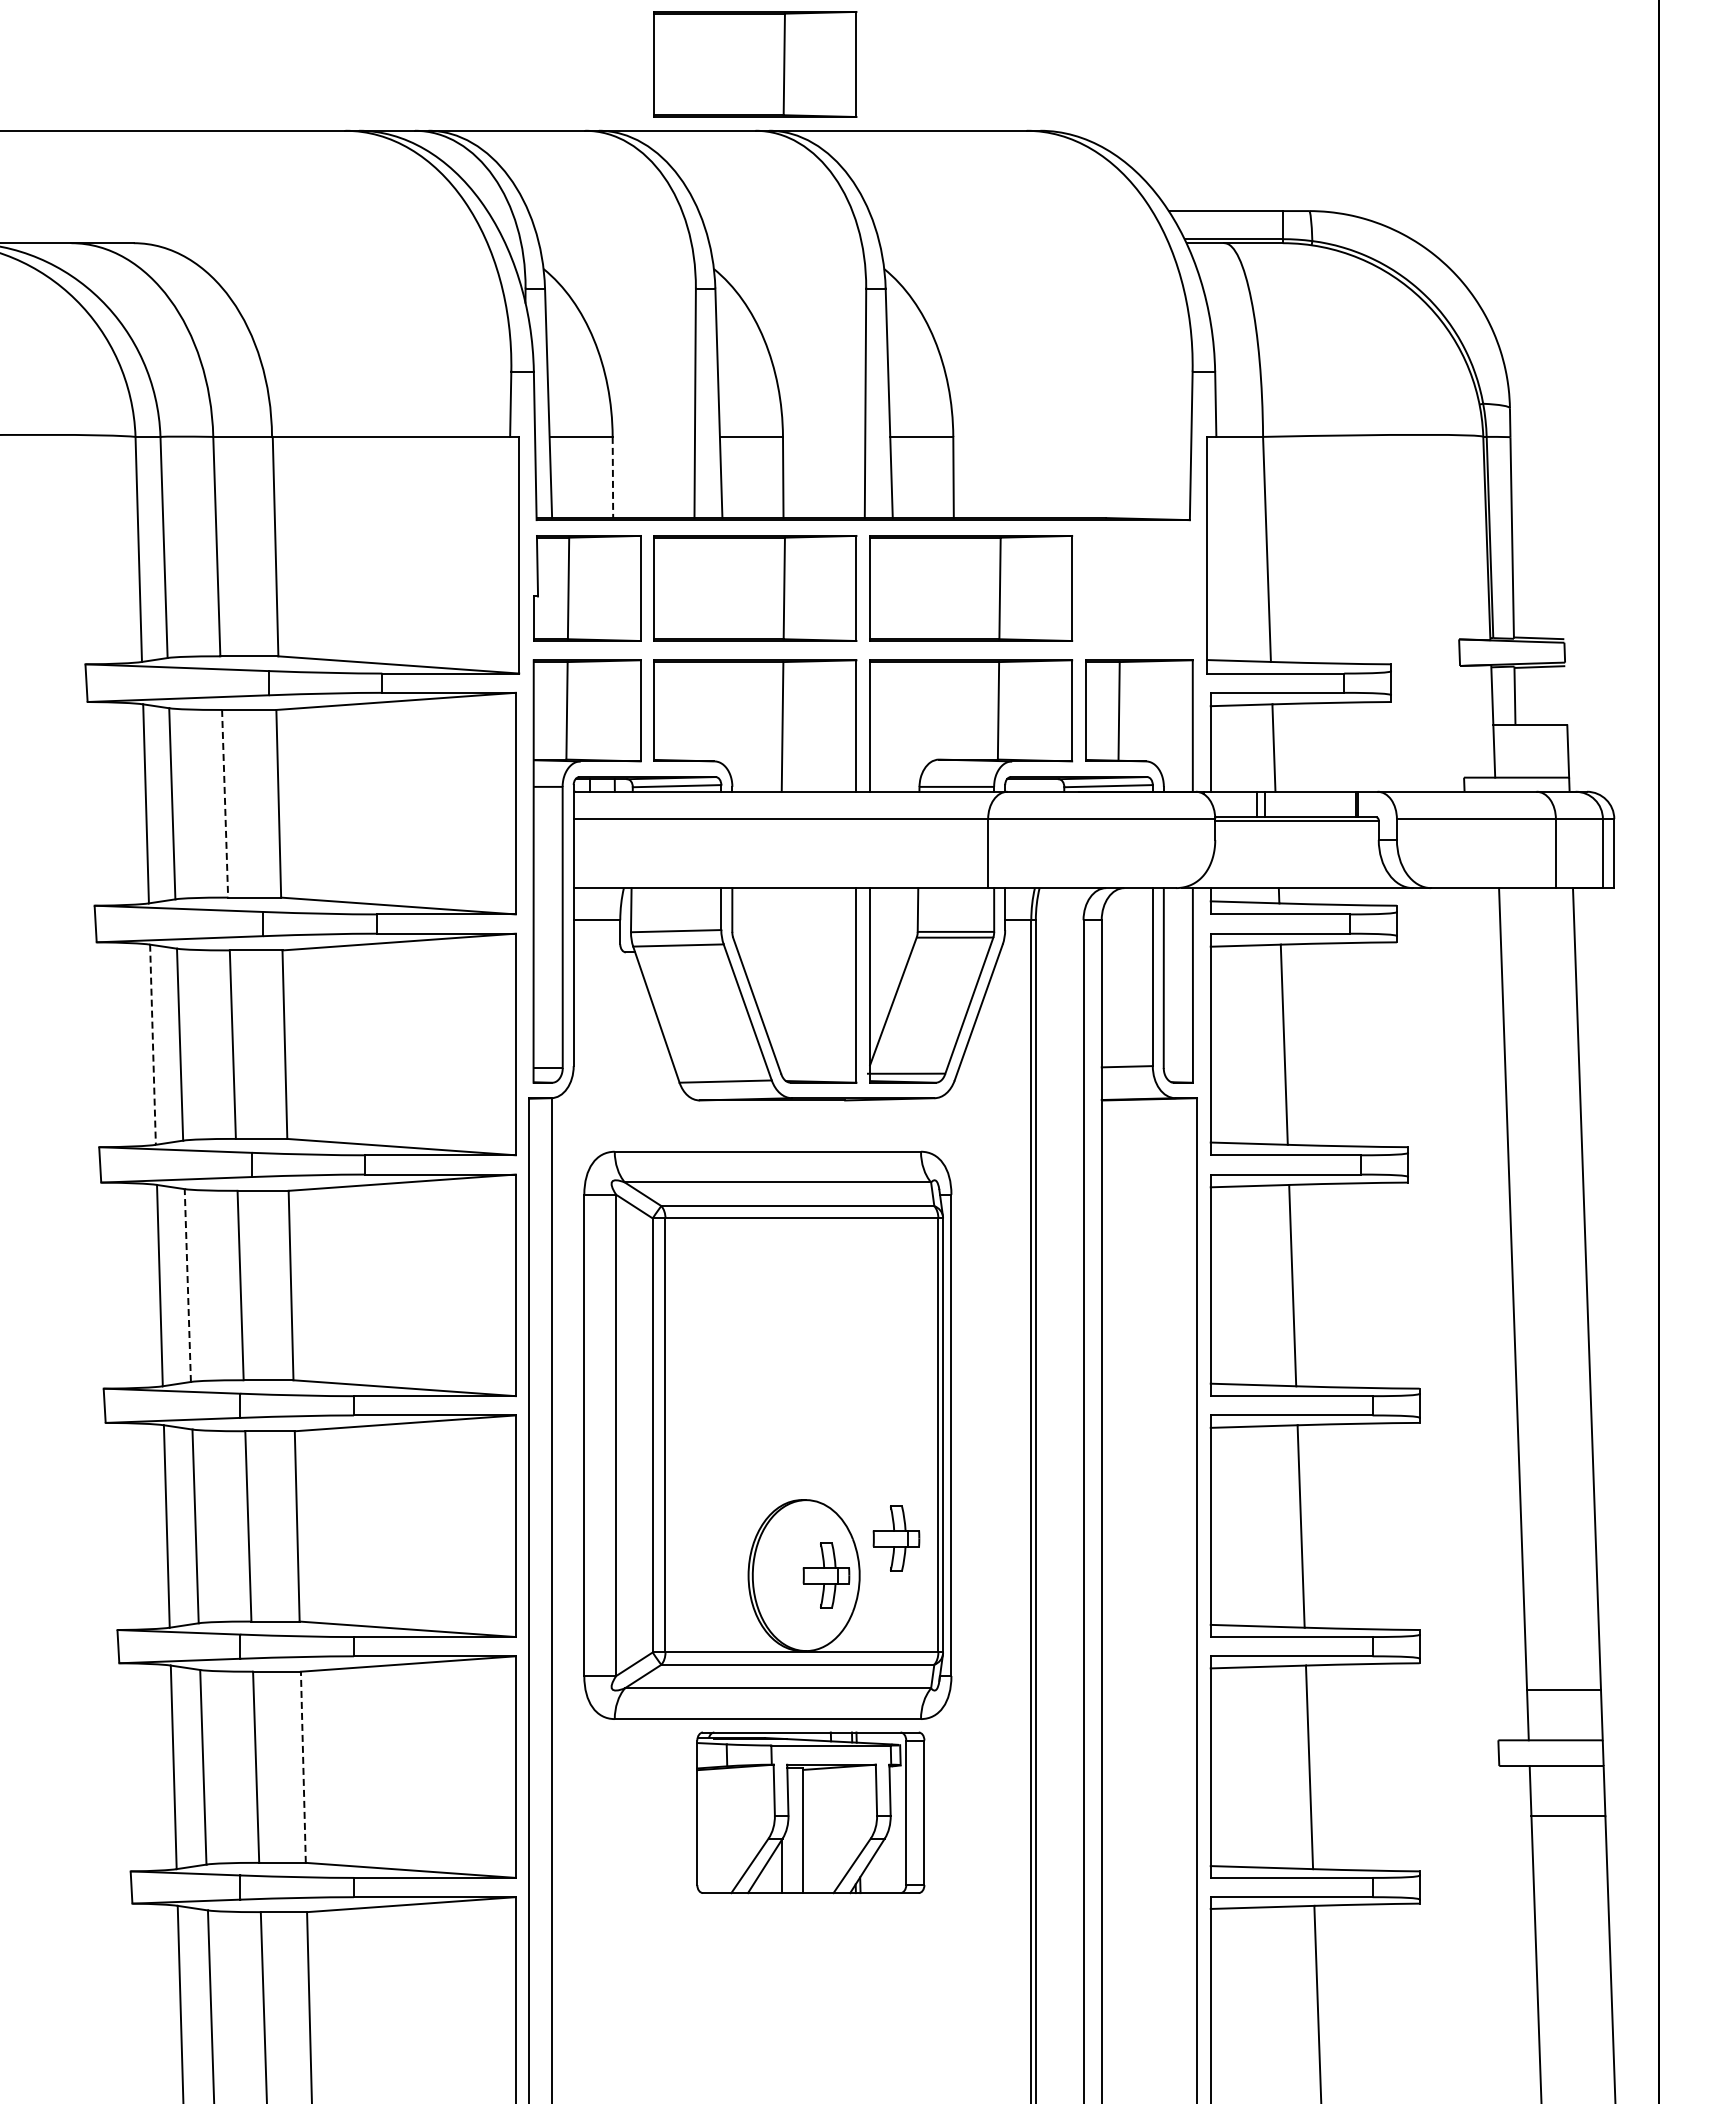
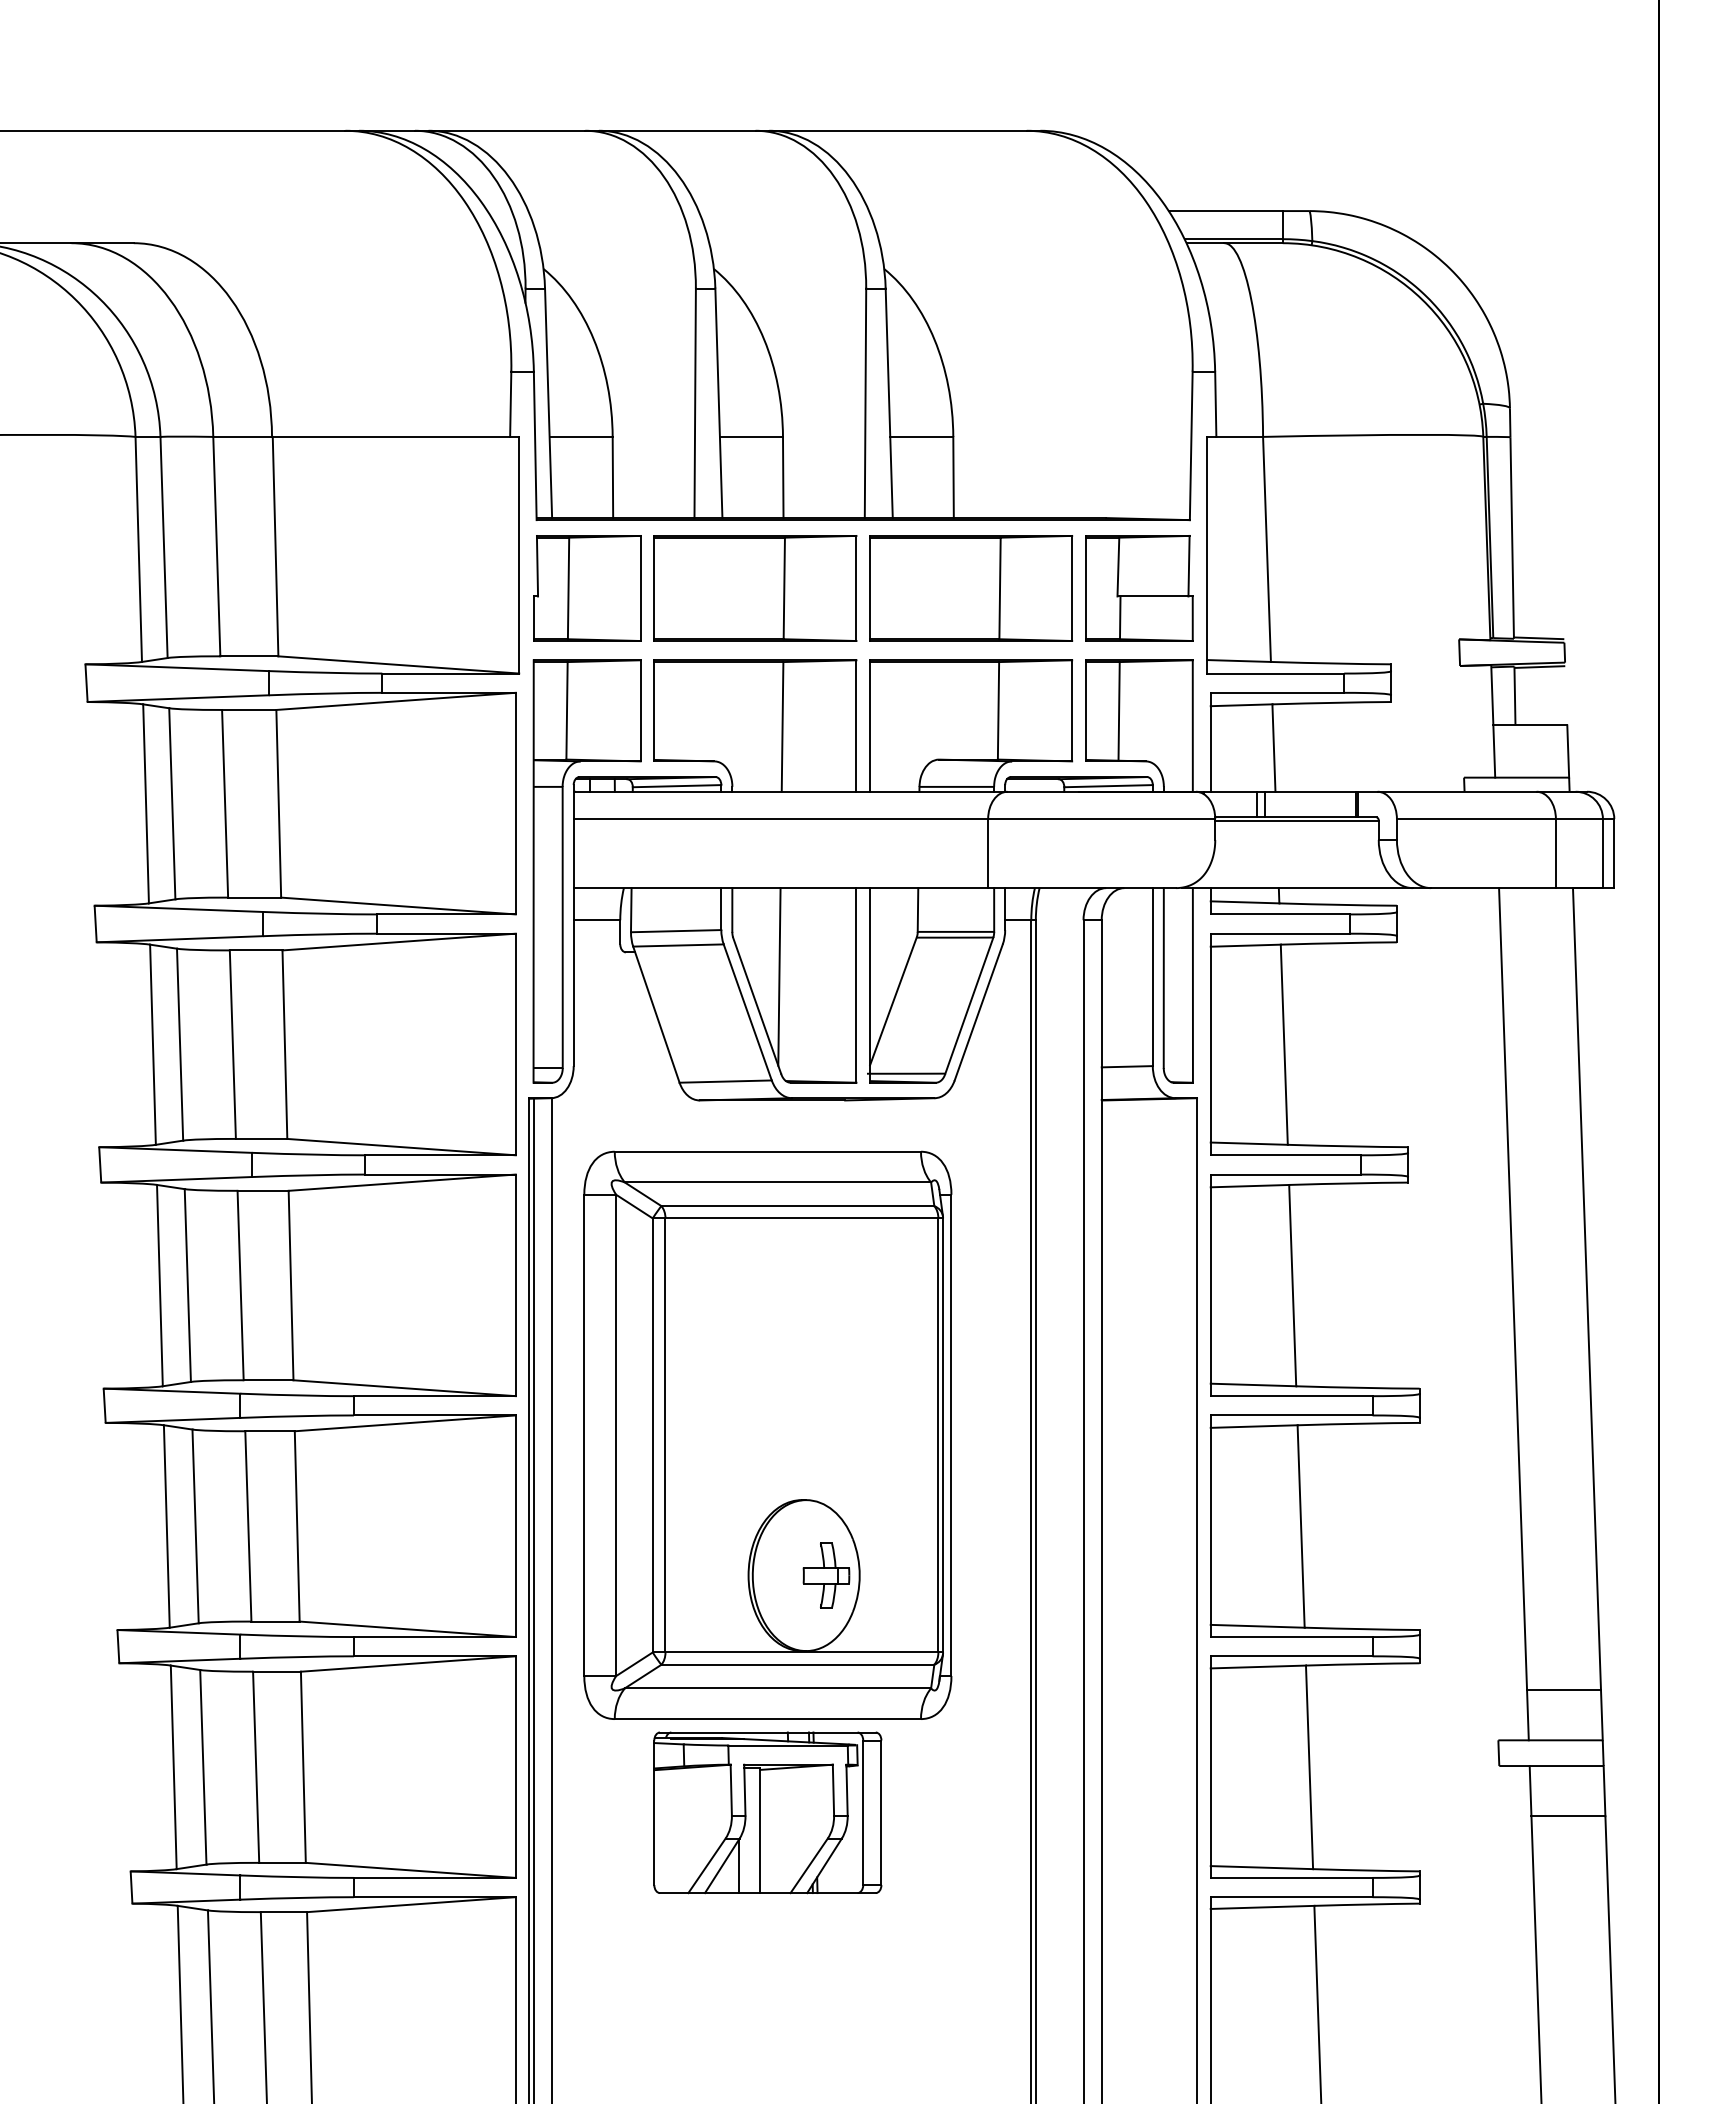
part at (755, 64): present -> none
line at (612, 477): dashed -> solid
part at (1139, 588): none -> present
line at (225, 803): dashed -> solid
line at (779, 976): none -> present
line at (153, 1045): dashed -> solid
line at (187, 1285): dashed -> solid
part at (896, 1538): present -> none
line at (533, 1599): none -> present
line at (303, 1767): dashed -> solid
part at (810, 1812) position: (810, 1812) -> (767, 1812)
